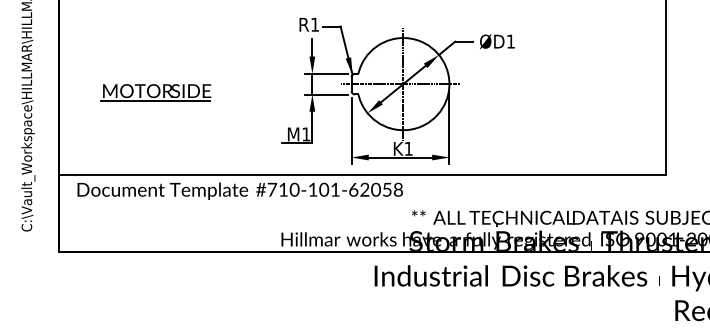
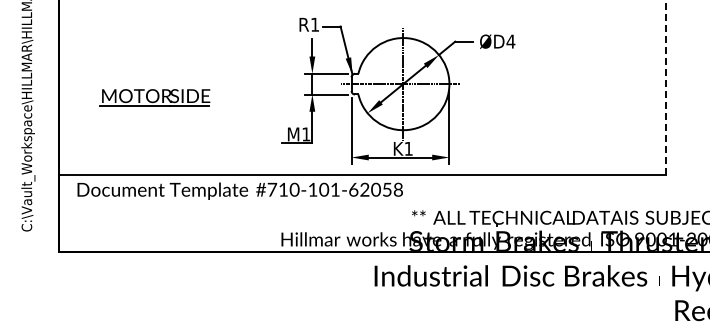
text at (510, 41): ØD1 -> ØD4
line at (666, 87): solid -> dashed
part at (155, 92) position: (155, 92) -> (154, 97)
